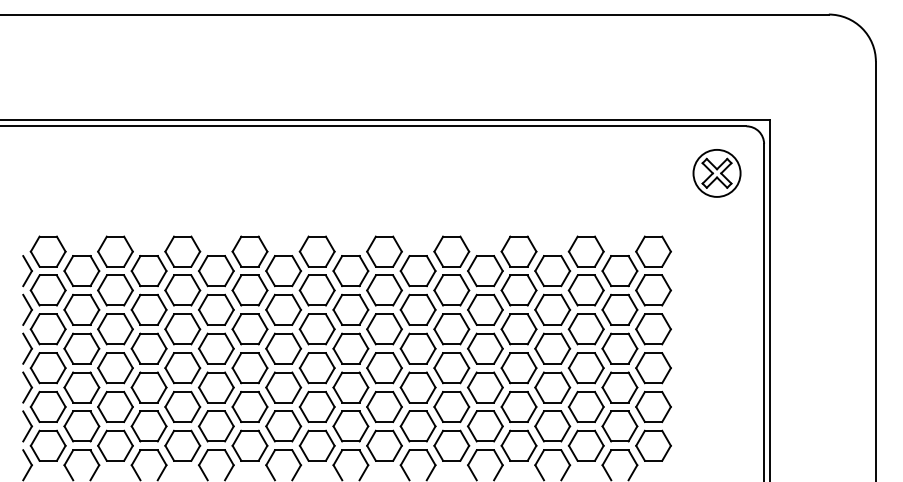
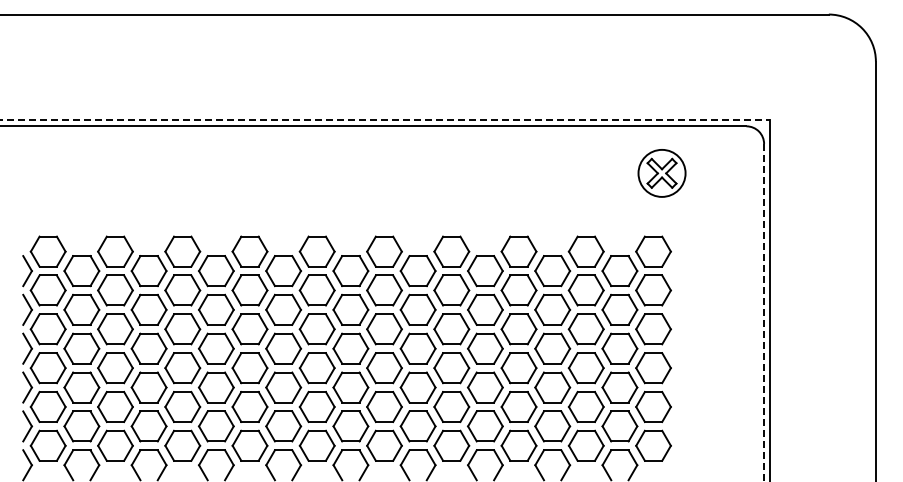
line at (385, 120): solid -> dashed
part at (716, 173) position: (716, 173) -> (661, 173)
line at (764, 312): solid -> dashed
